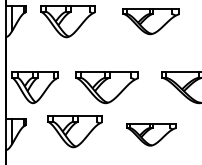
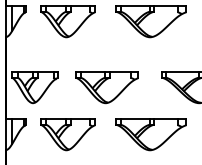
part at (150, 21) size: 58x28 px -> 72x34 px
part at (74, 131) position: (74, 131) -> (67, 134)
part at (151, 134) size: 51x24 px -> 72x34 px
